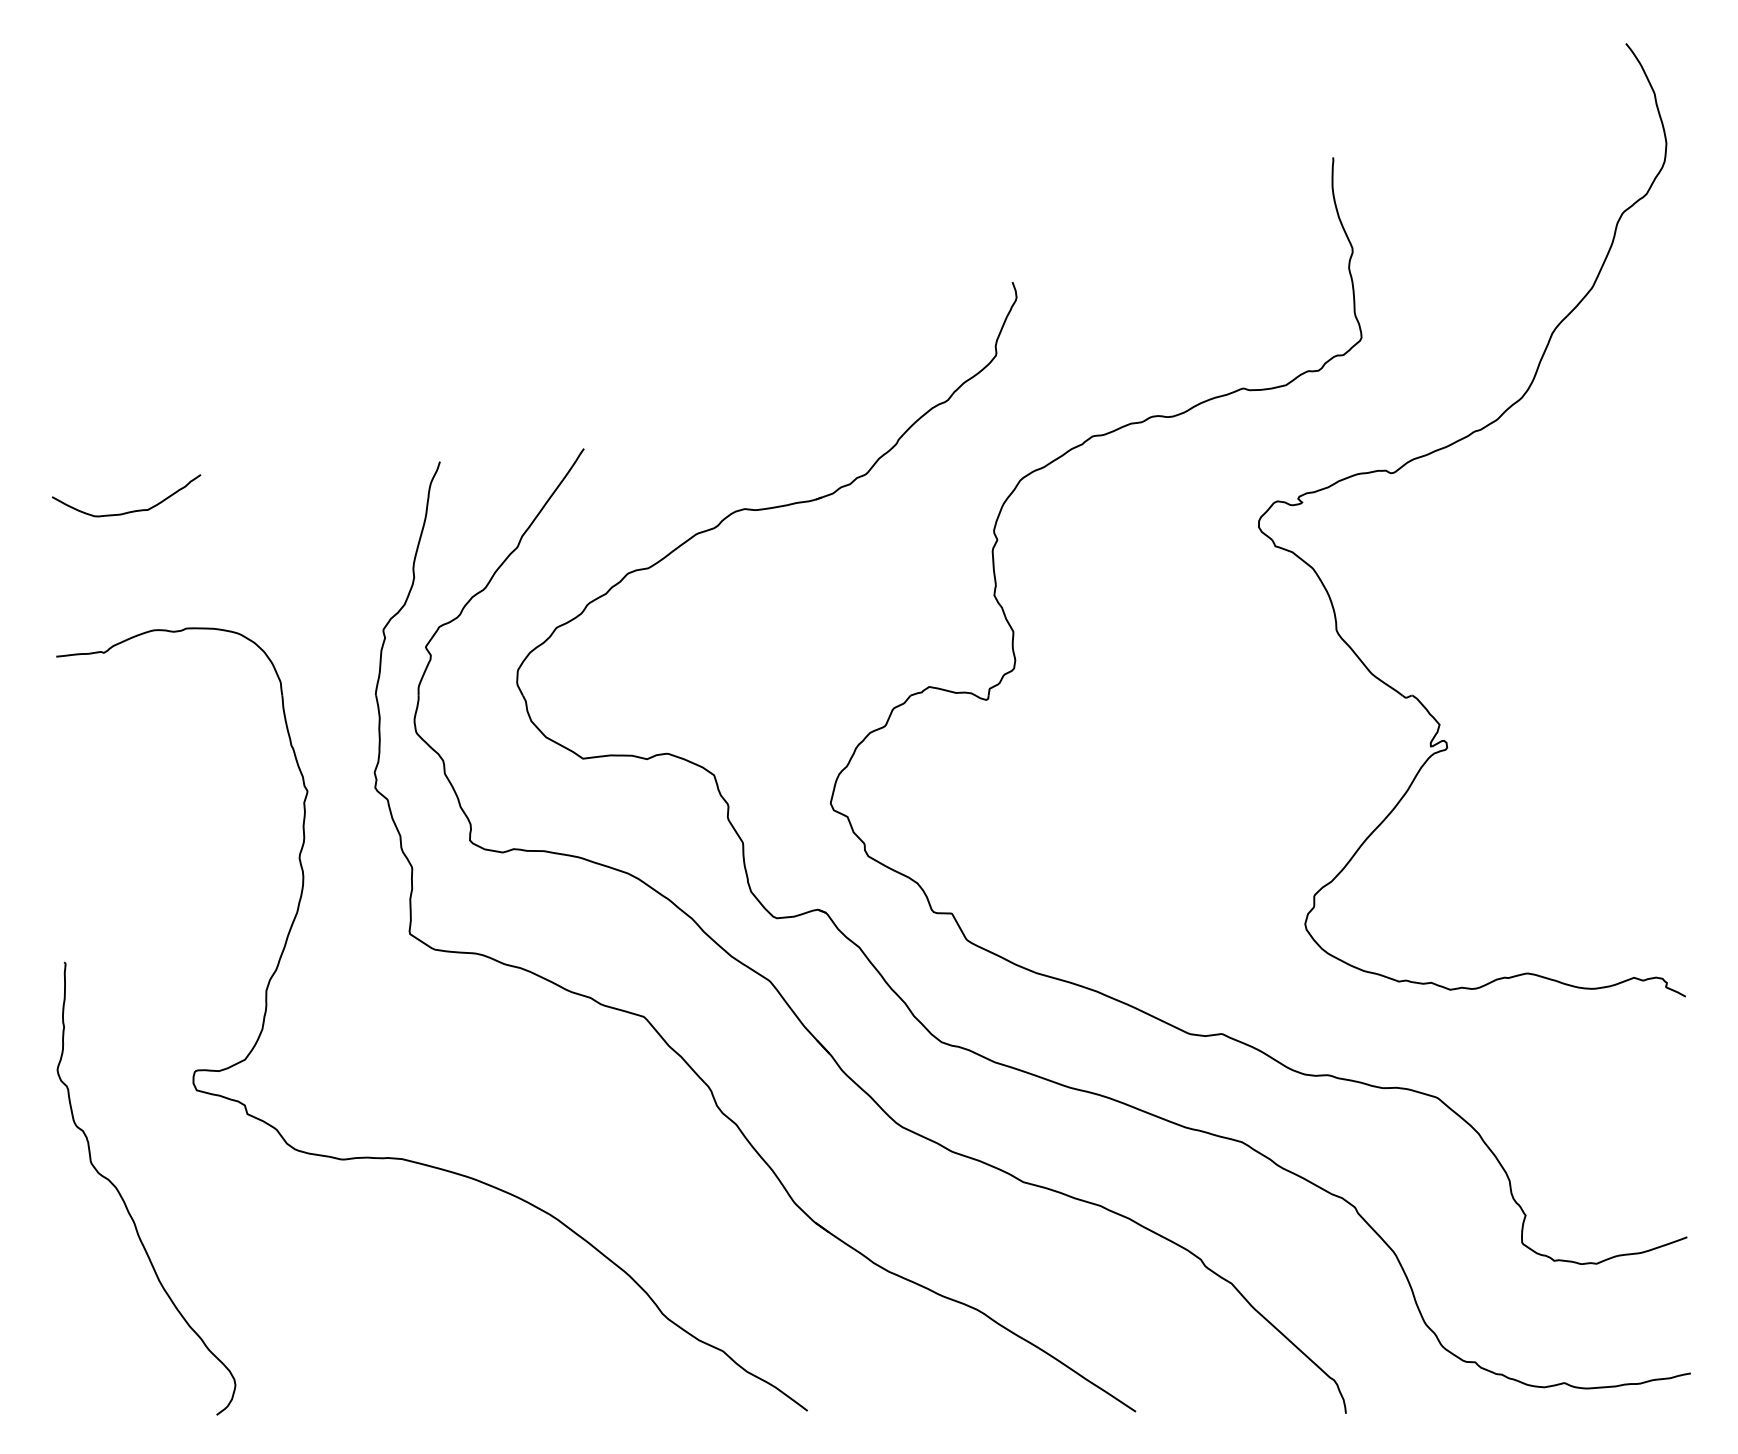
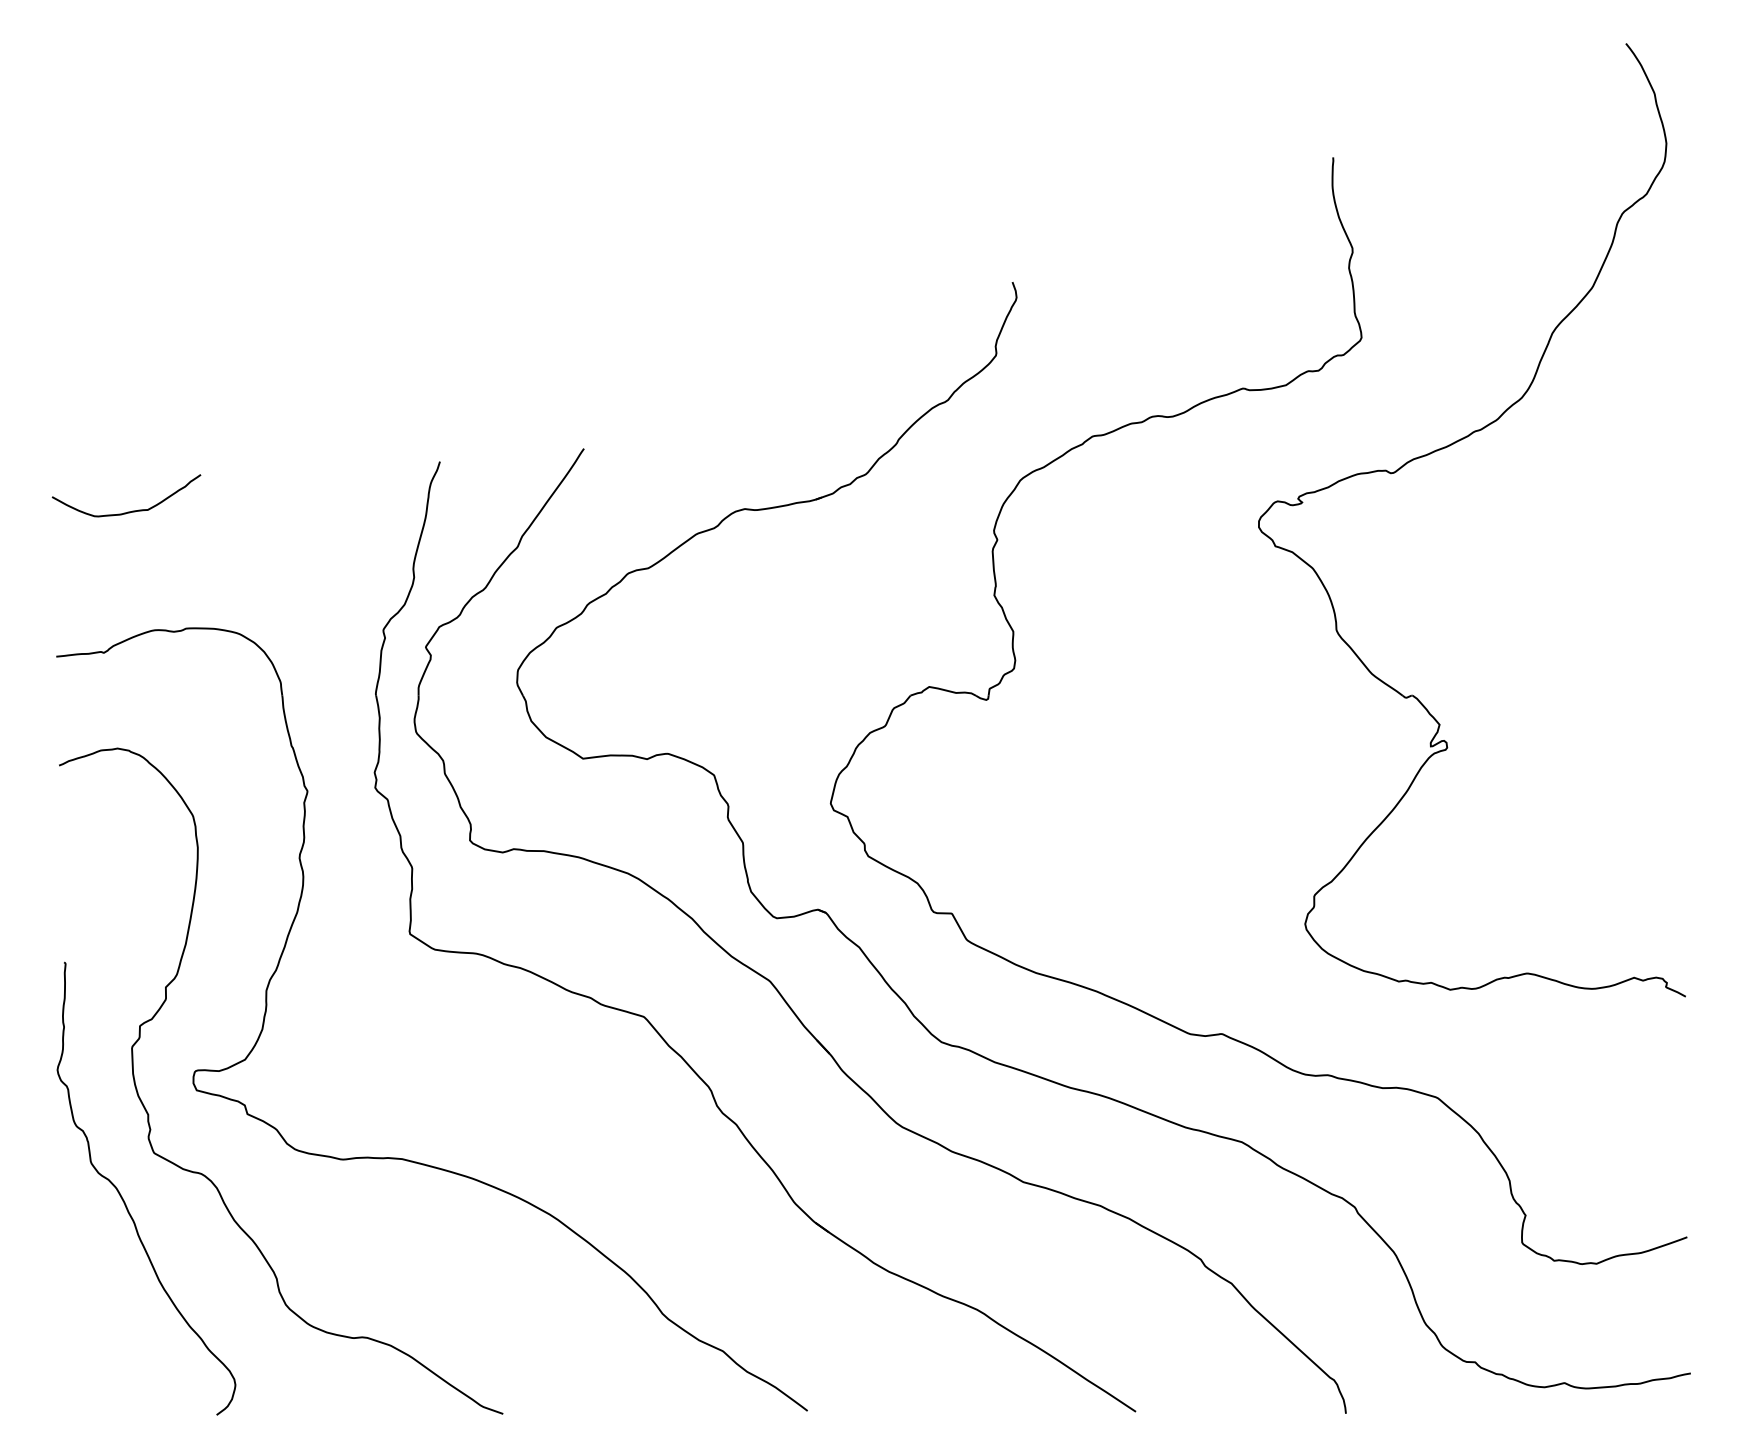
curve at (207, 1176): none -> present
